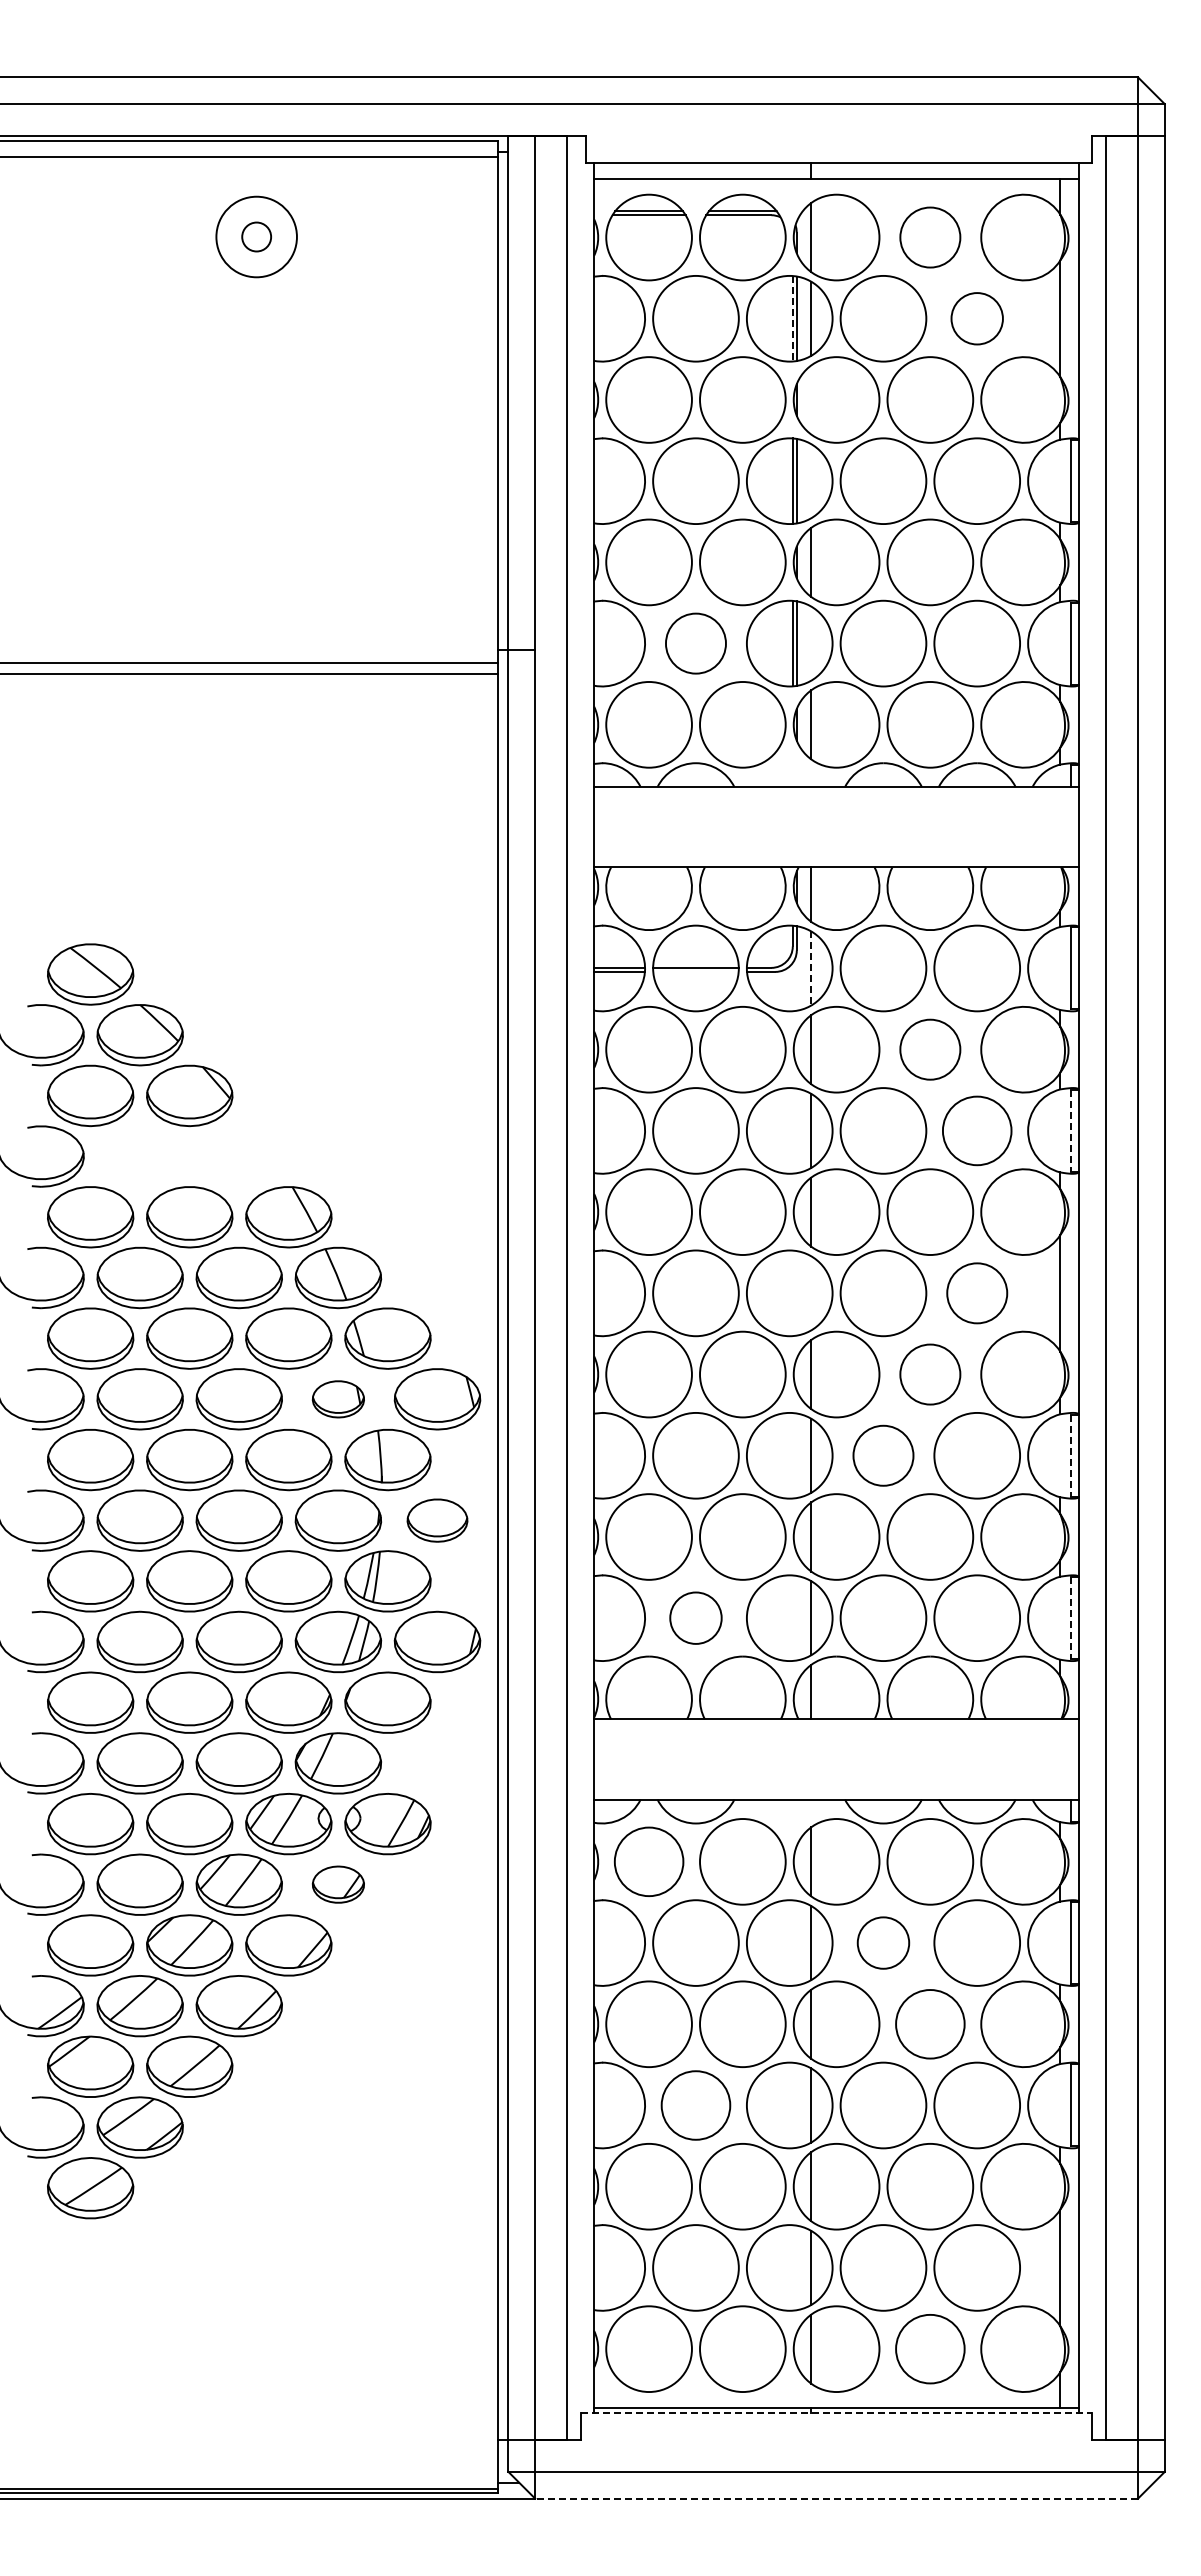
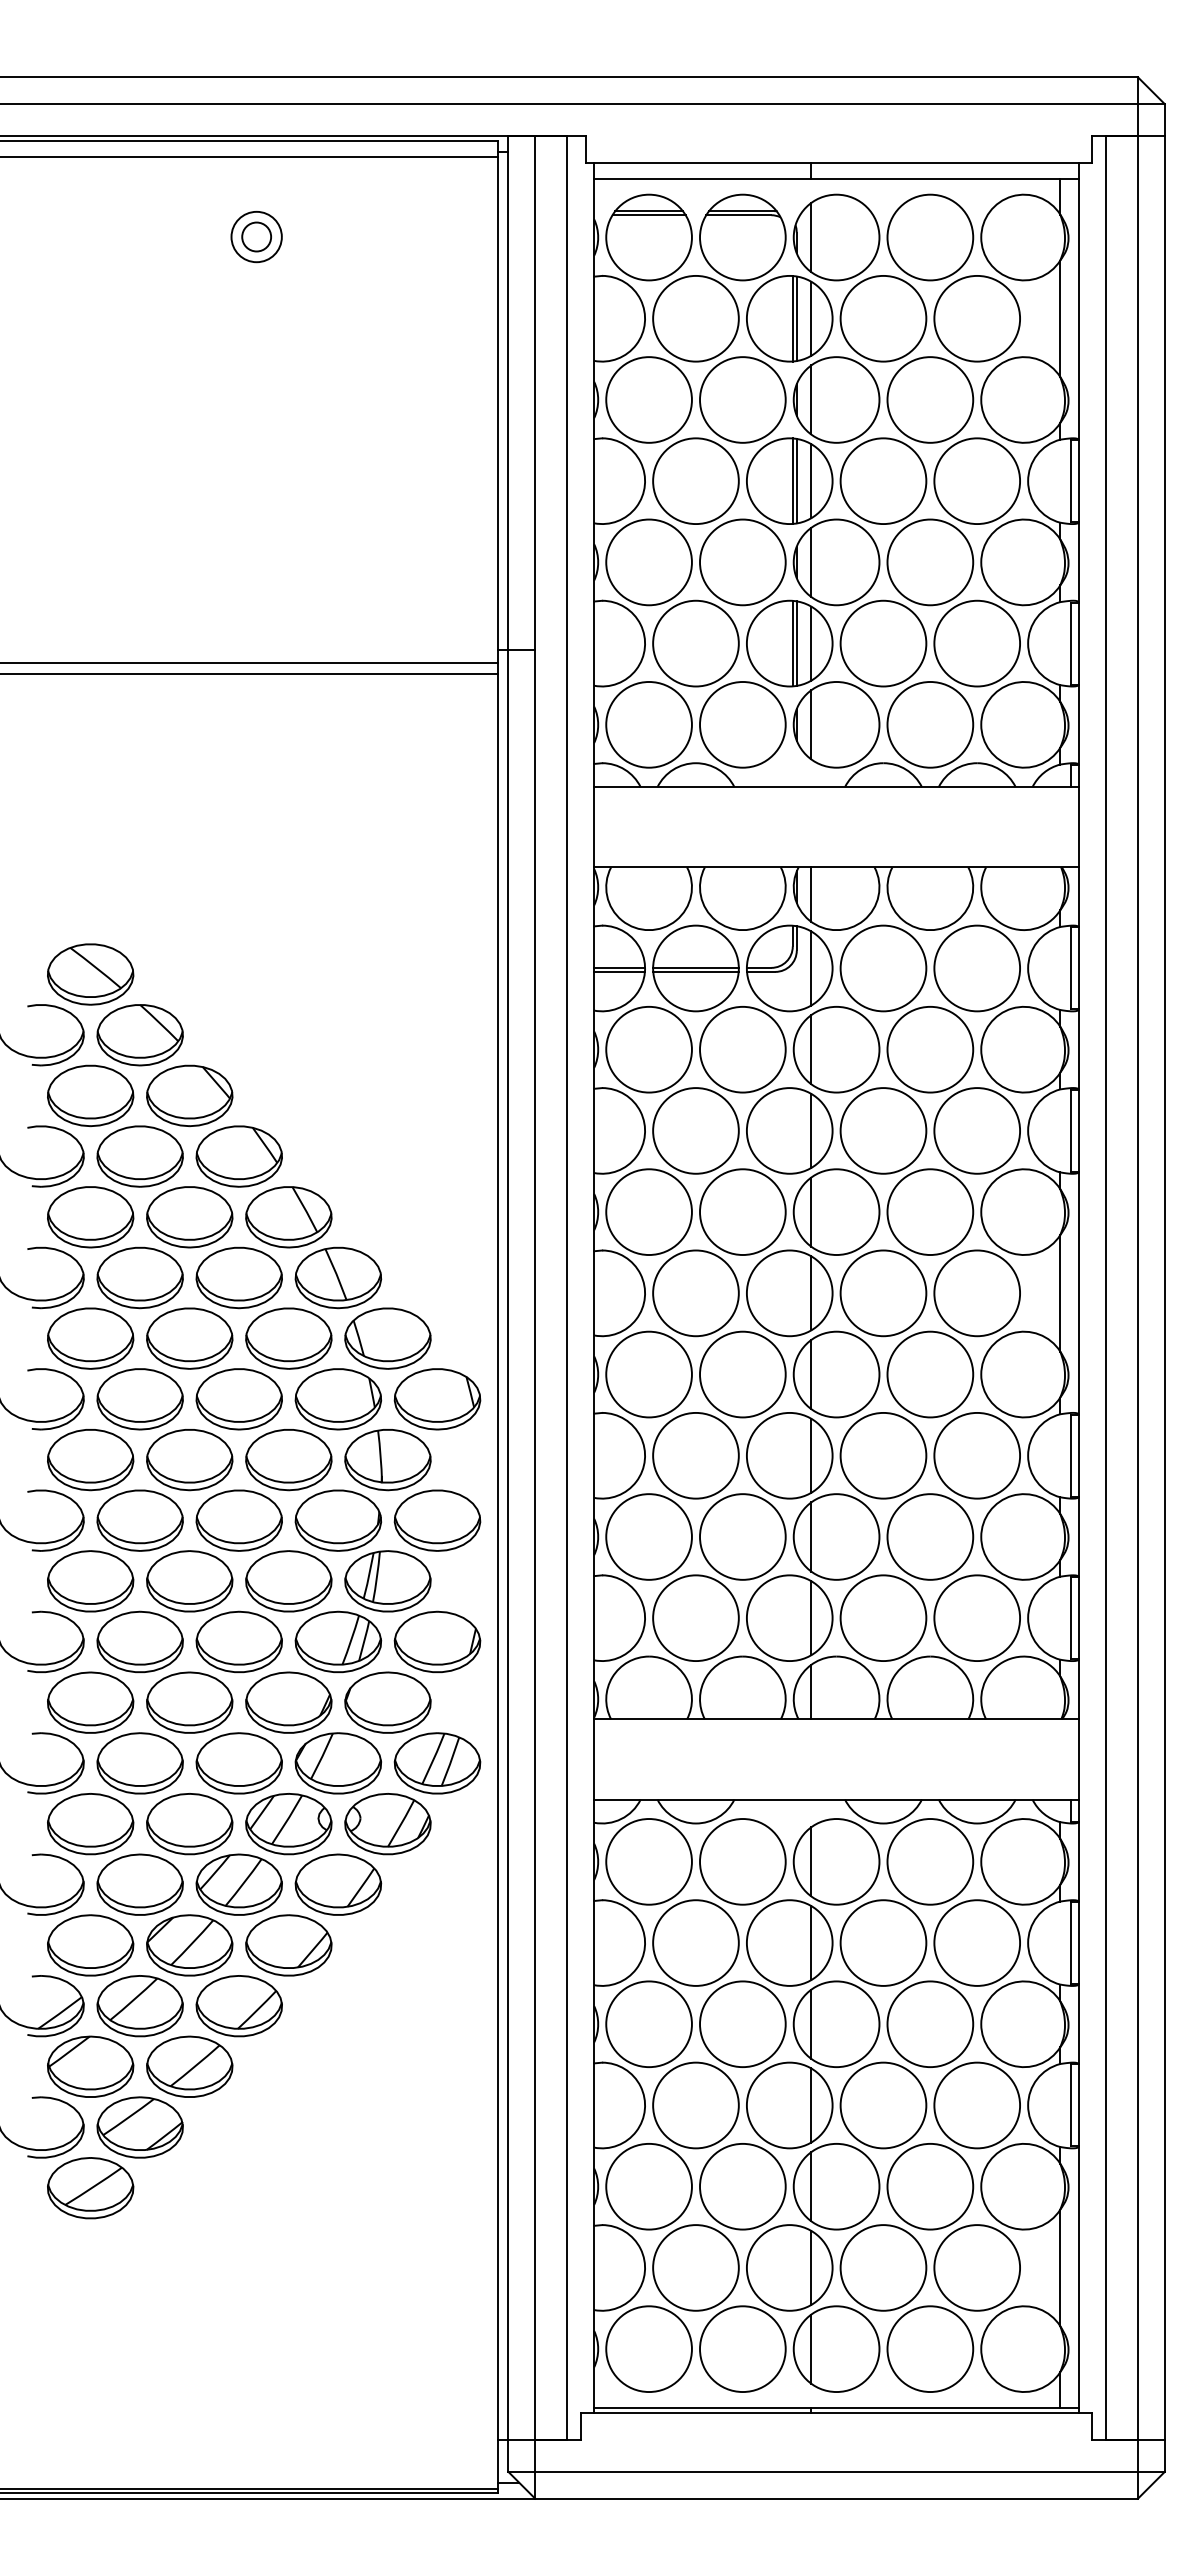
circle at (256, 236) diameter: 81 px -> 50 px
circle at (930, 237) diameter: 60 px -> 86 px
line at (792, 318): dashed -> solid
circle at (976, 318) diameter: 51 px -> 86 px
line at (811, 399): none -> present
line at (811, 481): none -> present
circle at (695, 643) diameter: 60 px -> 86 px
line at (811, 643): none -> present
line at (811, 968): dashed -> solid
line at (695, 971): none -> present
circle at (930, 1049) diameter: 60 px -> 86 px
circle at (976, 1130) diameter: 69 px -> 86 px
line at (1070, 1131): dashed -> solid
part at (139, 1156): none -> present
part at (238, 1156): none -> present
line at (811, 1293): none -> present
circle at (977, 1293) diameter: 60 px -> 86 px
circle at (930, 1374) diameter: 60 px -> 86 px
part at (337, 1399) size: 54x39 px -> 89x63 px
circle at (883, 1455) diameter: 60 px -> 86 px
line at (1070, 1456): dashed -> solid
part at (437, 1520) size: 63x45 px -> 89x63 px
circle at (695, 1617) diameter: 51 px -> 86 px
line at (1070, 1618): dashed -> solid
part at (437, 1763): none -> present
circle at (648, 1861) diameter: 69 px -> 86 px
part at (337, 1884) size: 54x39 px -> 89x63 px
circle at (883, 1942) diameter: 51 px -> 86 px
circle at (930, 2024) diameter: 69 px -> 86 px
circle at (695, 2105) diameter: 69 px -> 86 px
circle at (930, 2348) diameter: 69 px -> 86 px
line at (836, 2413): dashed -> solid
line at (836, 2498): dashed -> solid
